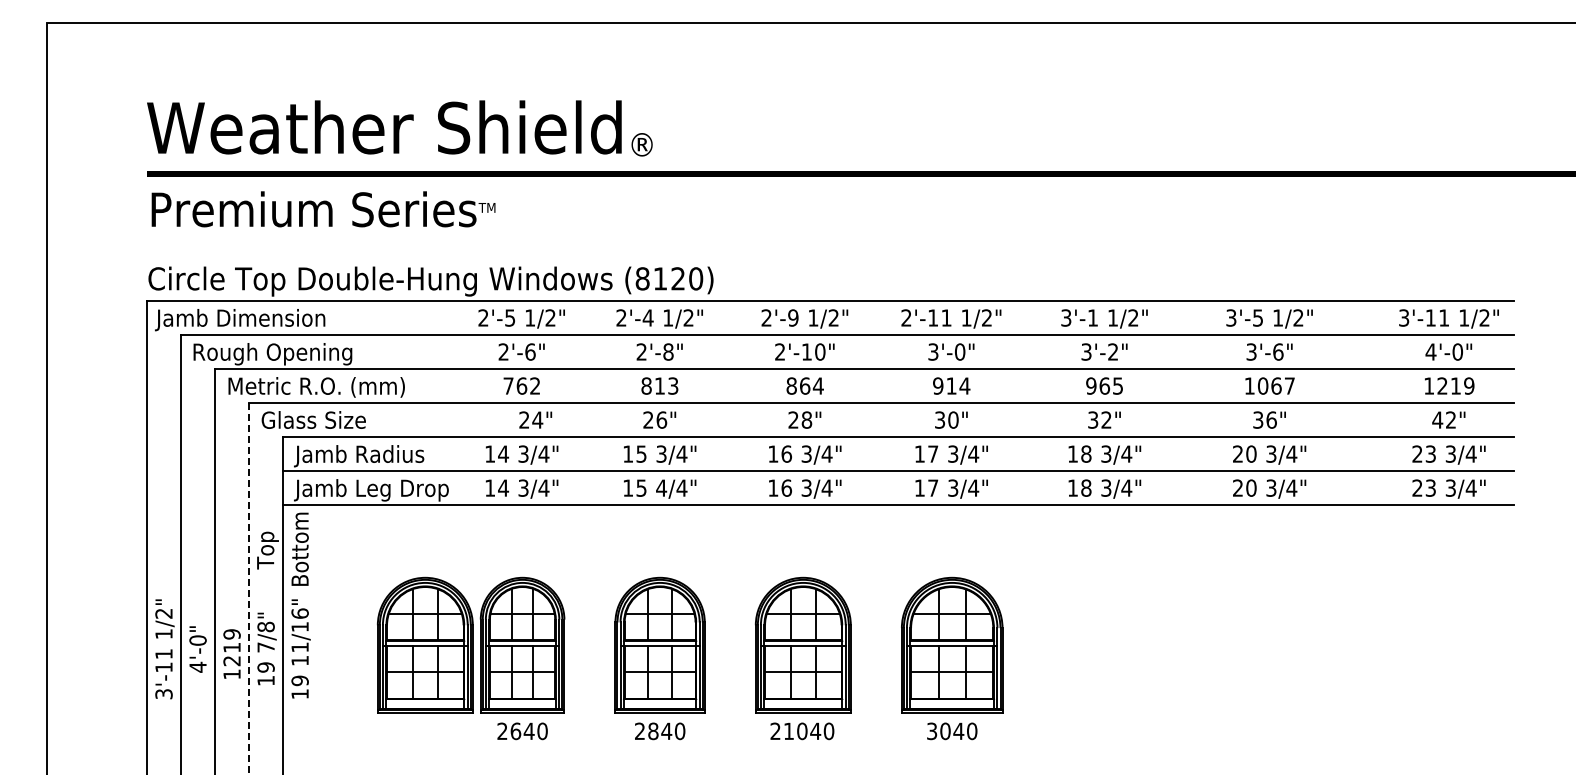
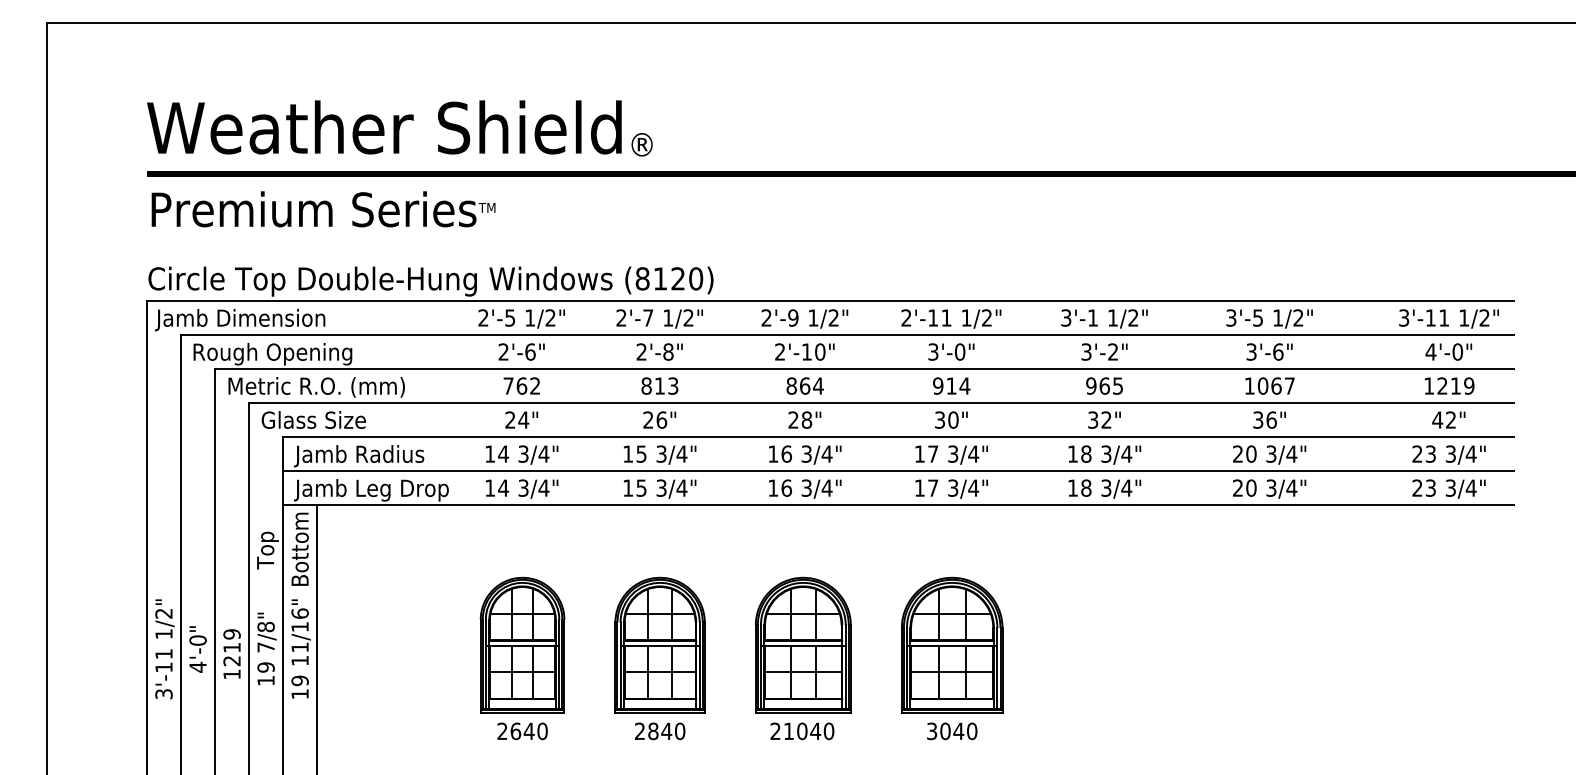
text at (647, 317): 2'-4 -> 2'-7
text at (535, 419) position: (535, 419) -> (521, 419)
text at (661, 487): 4/4" -> 3/4"
line at (249, 589): dashed -> solid
line at (317, 638): none -> present
part at (425, 644): present -> none
